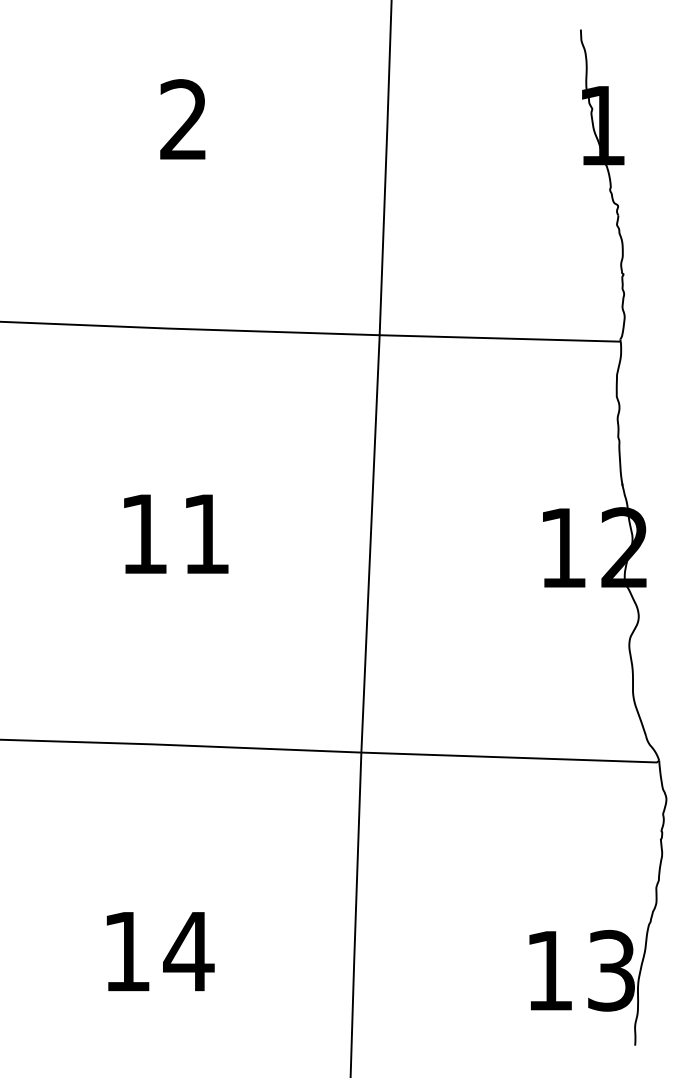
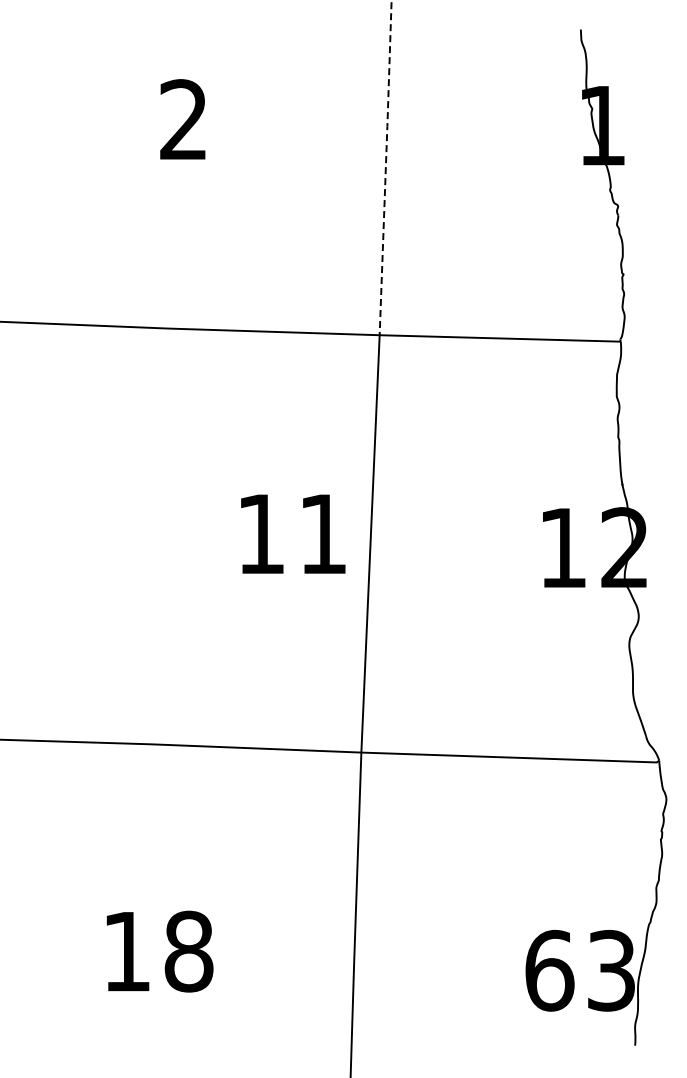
line at (385, 166): solid -> dashed
text at (176, 533) position: (176, 533) -> (293, 533)
text at (188, 951): 14 -> 18
text at (549, 970): 13 -> 63
